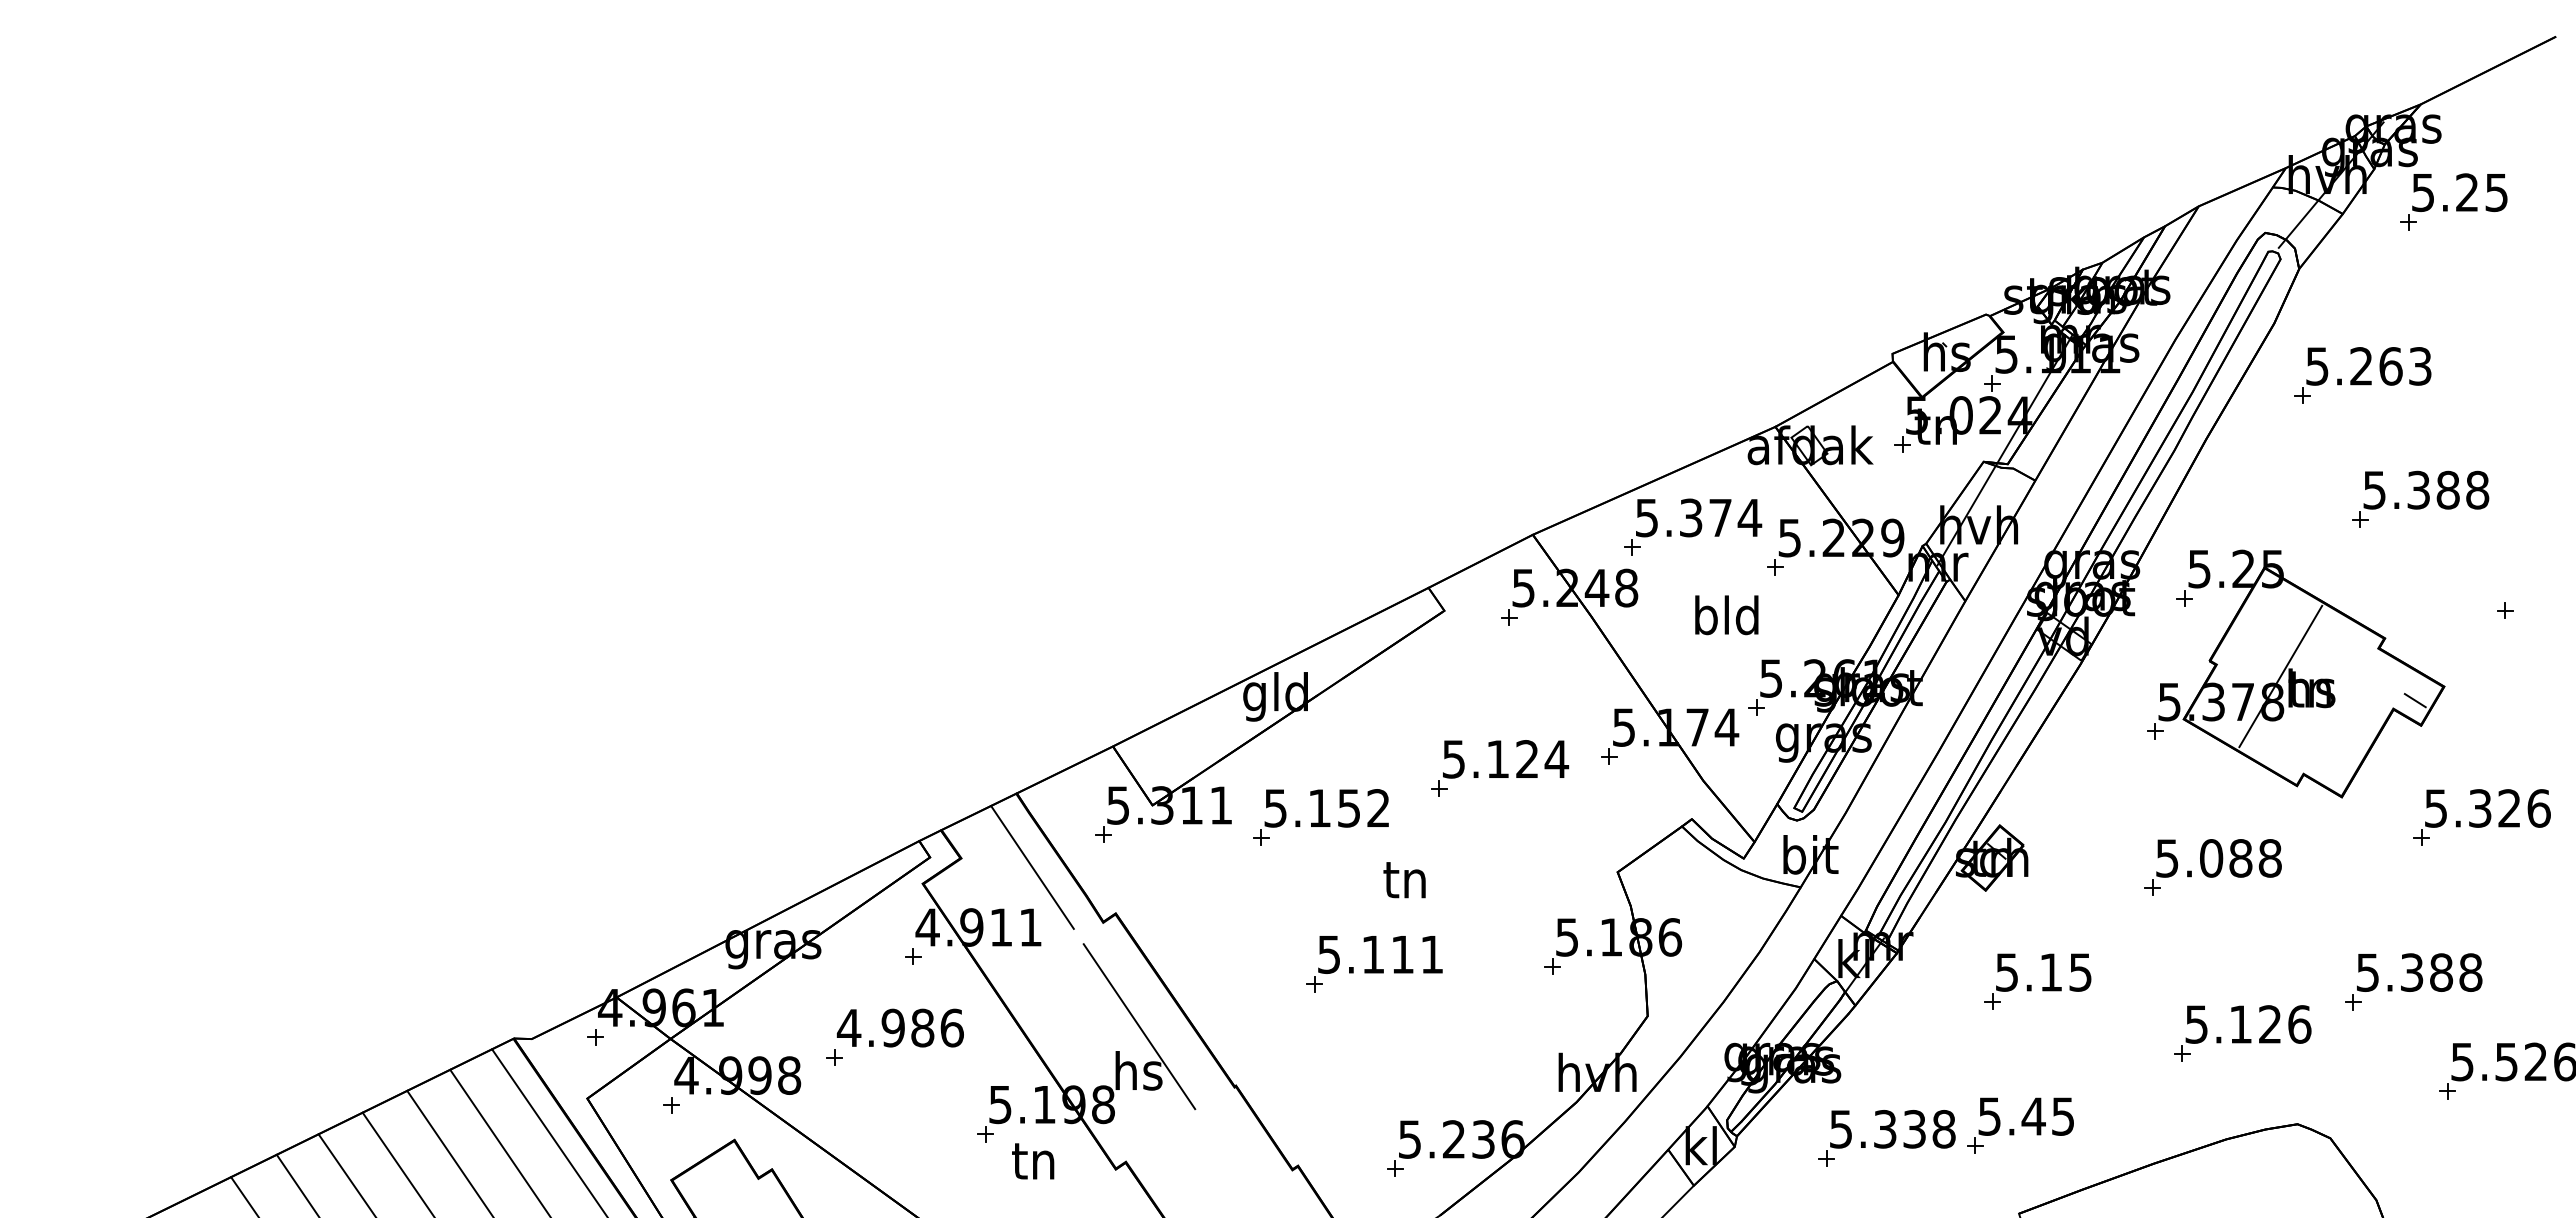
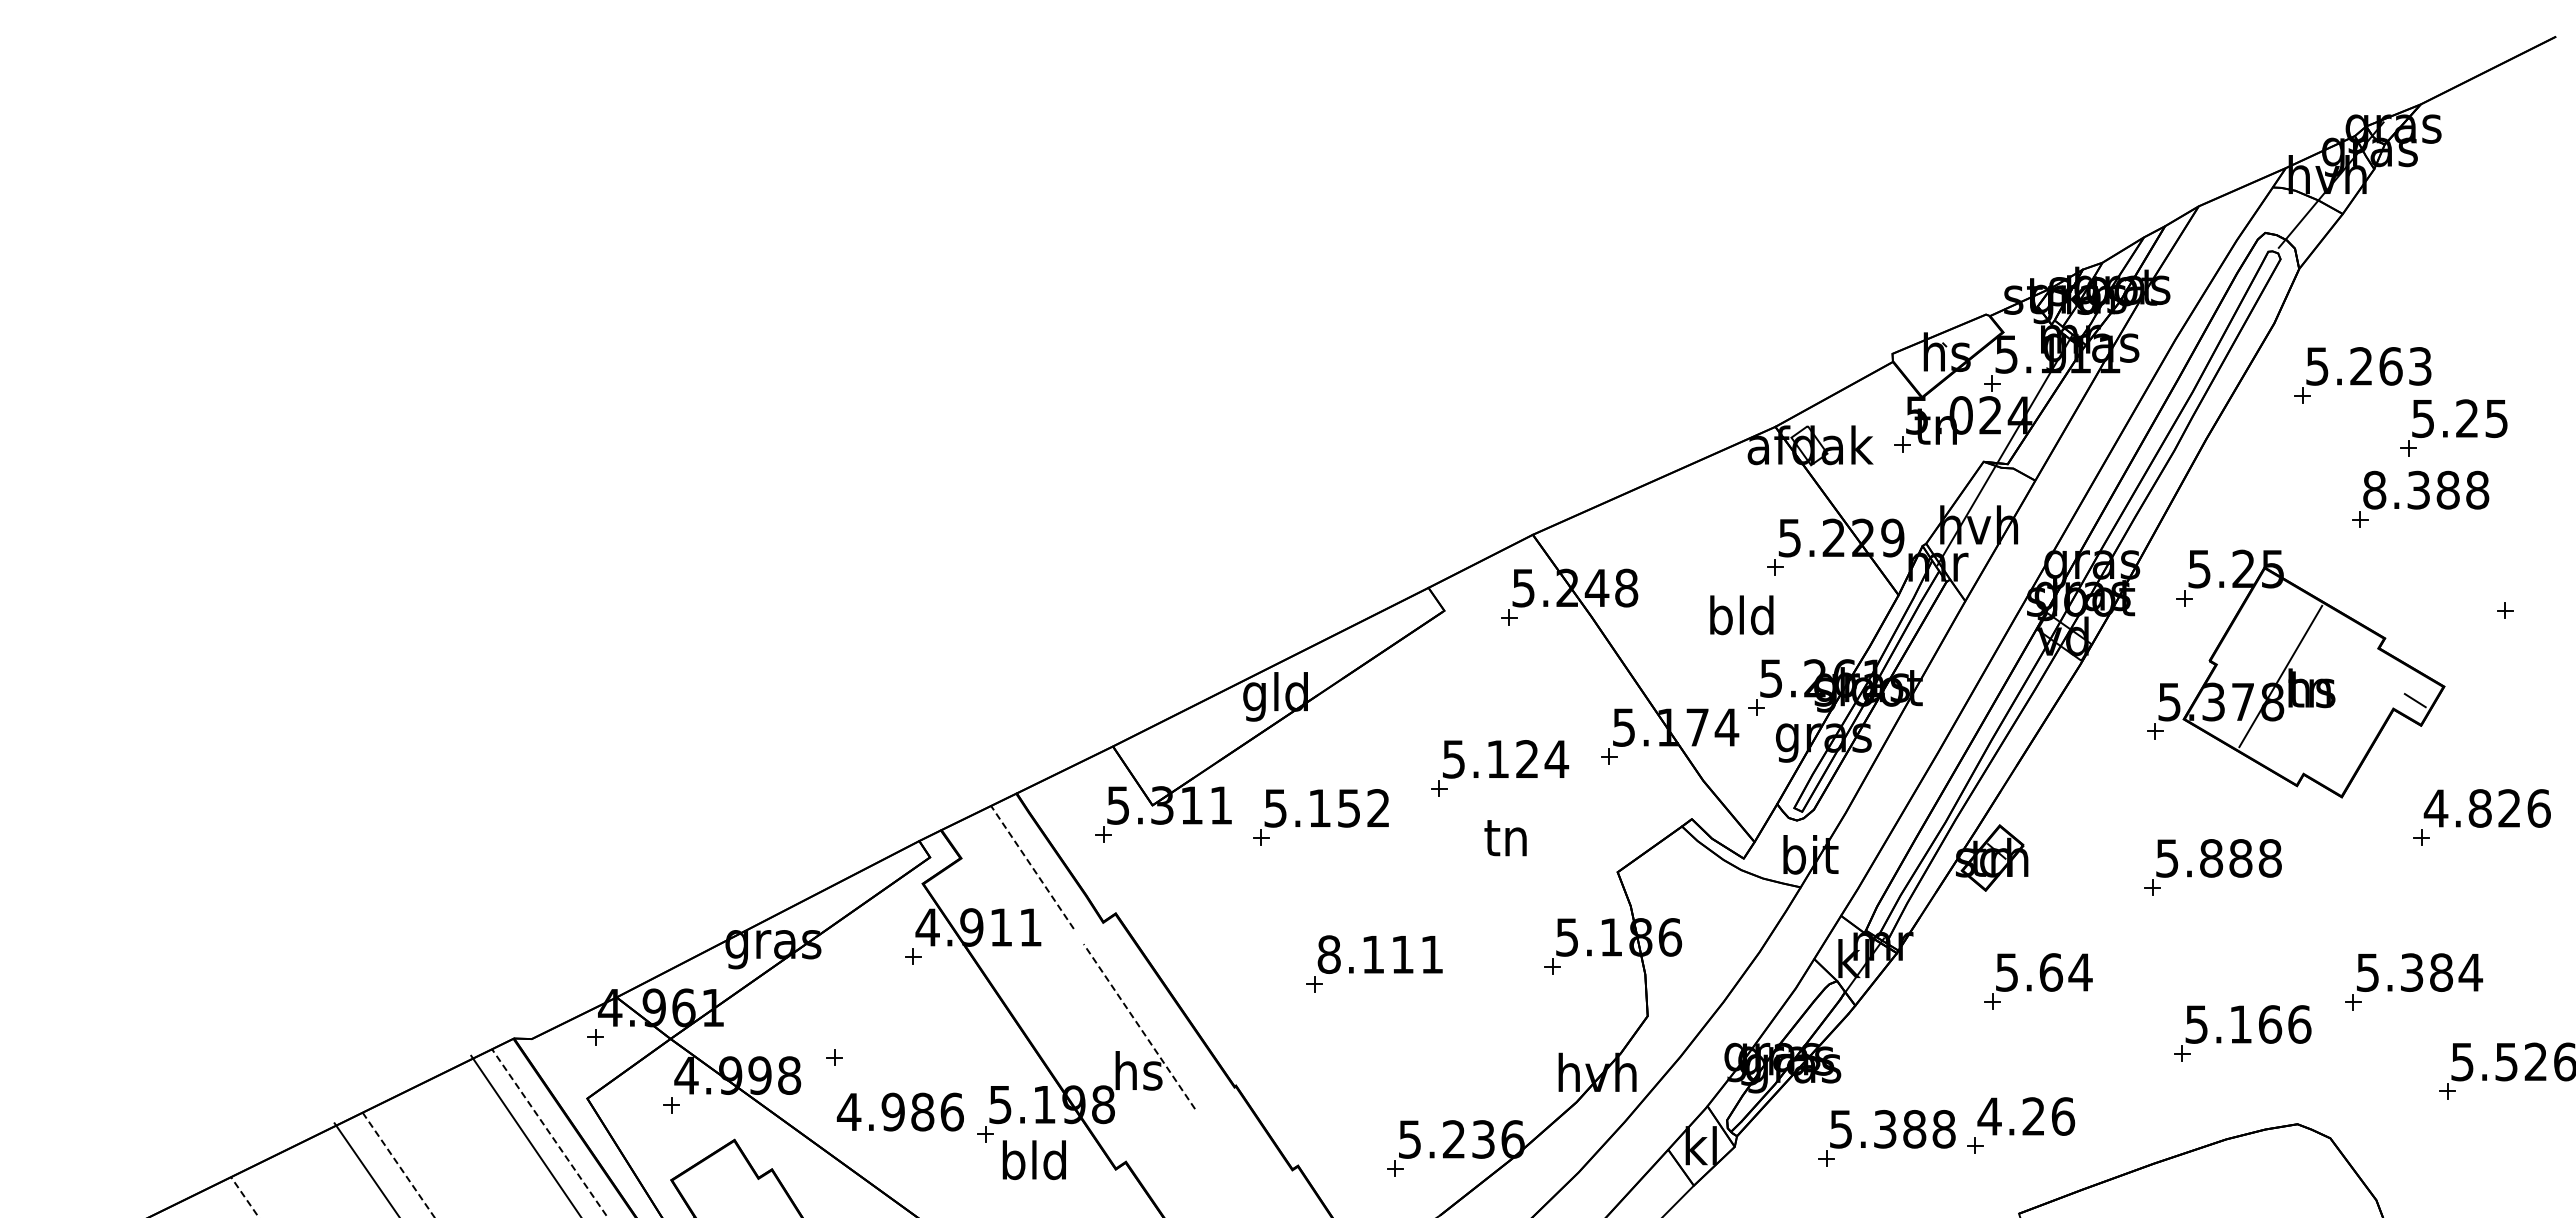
part at (2453, 201) position: (2453, 201) -> (2453, 427)
text at (2374, 489): 5.388 -> 8.388
part at (1693, 526): present -> none
text at (1726, 615) position: (1726, 615) -> (1741, 615)
text at (2457, 808): 5.326 -> 4.826
text at (2211, 858): 5.088 -> 5.888
line at (1032, 867): solid -> dashed
text at (1404, 880) position: (1404, 880) -> (1505, 838)
text at (1328, 954): 5.111 -> 8.111
text at (2065, 972): 5.15 -> 5.64
text at (2470, 972): 5.388 -> 5.384
text at (2270, 1024): 5.126 -> 5.166
line at (1139, 1026): solid -> dashed
text at (899, 1027) position: (899, 1027) -> (899, 1111)
text at (2026, 1116): 5.45 -> 4.26
text at (1914, 1129): 5.338 -> 5.388
line at (549, 1133): solid -> dashed
line at (499, 1141) position: (499, 1141) -> (525, 1134)
line at (449, 1152): present -> none
text at (1033, 1160): tn -> bld
line at (398, 1165): solid -> dashed
line at (345, 1174) position: (345, 1174) -> (365, 1168)
line at (296, 1184): present -> none
line at (244, 1196): solid -> dashed
